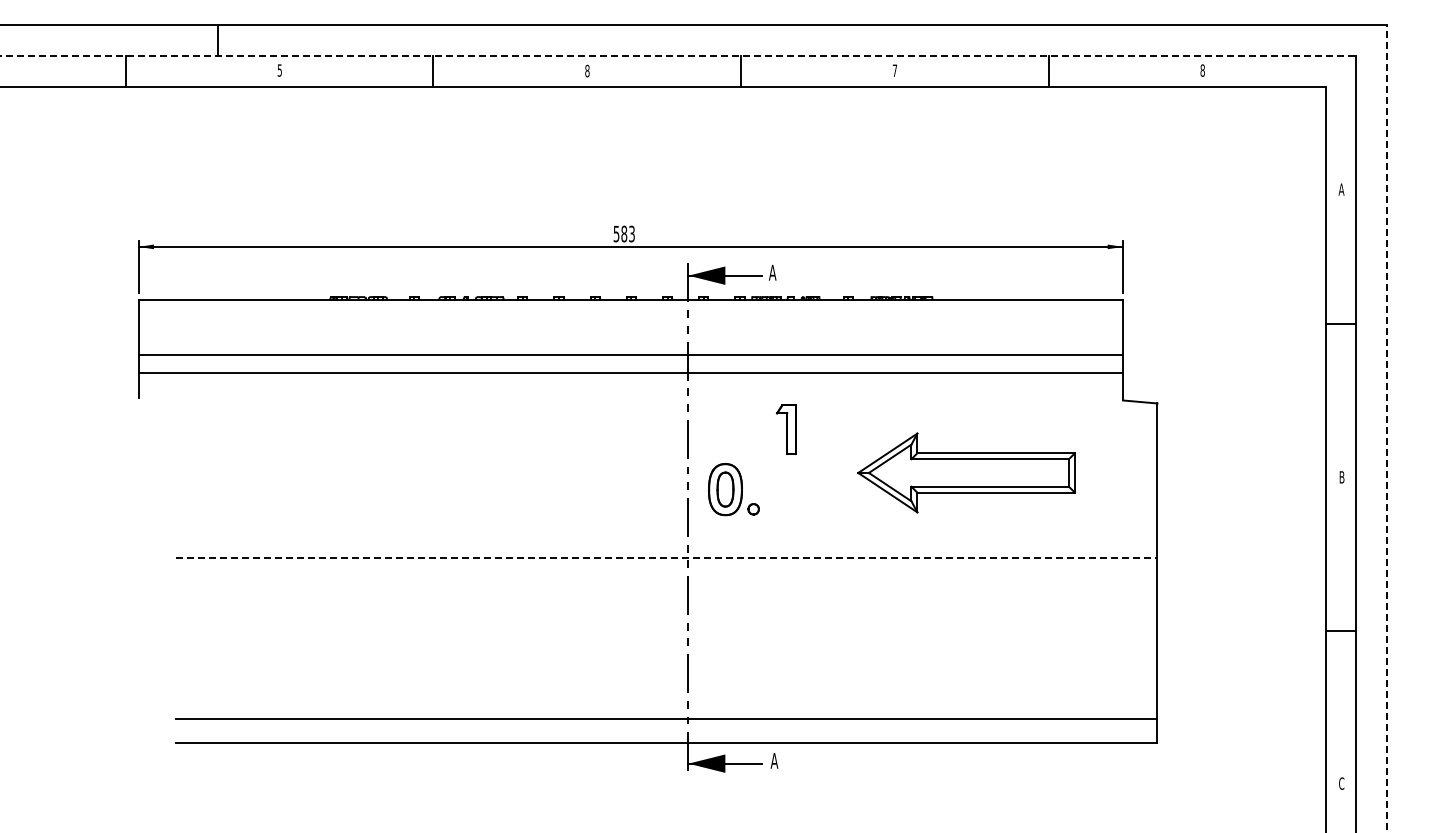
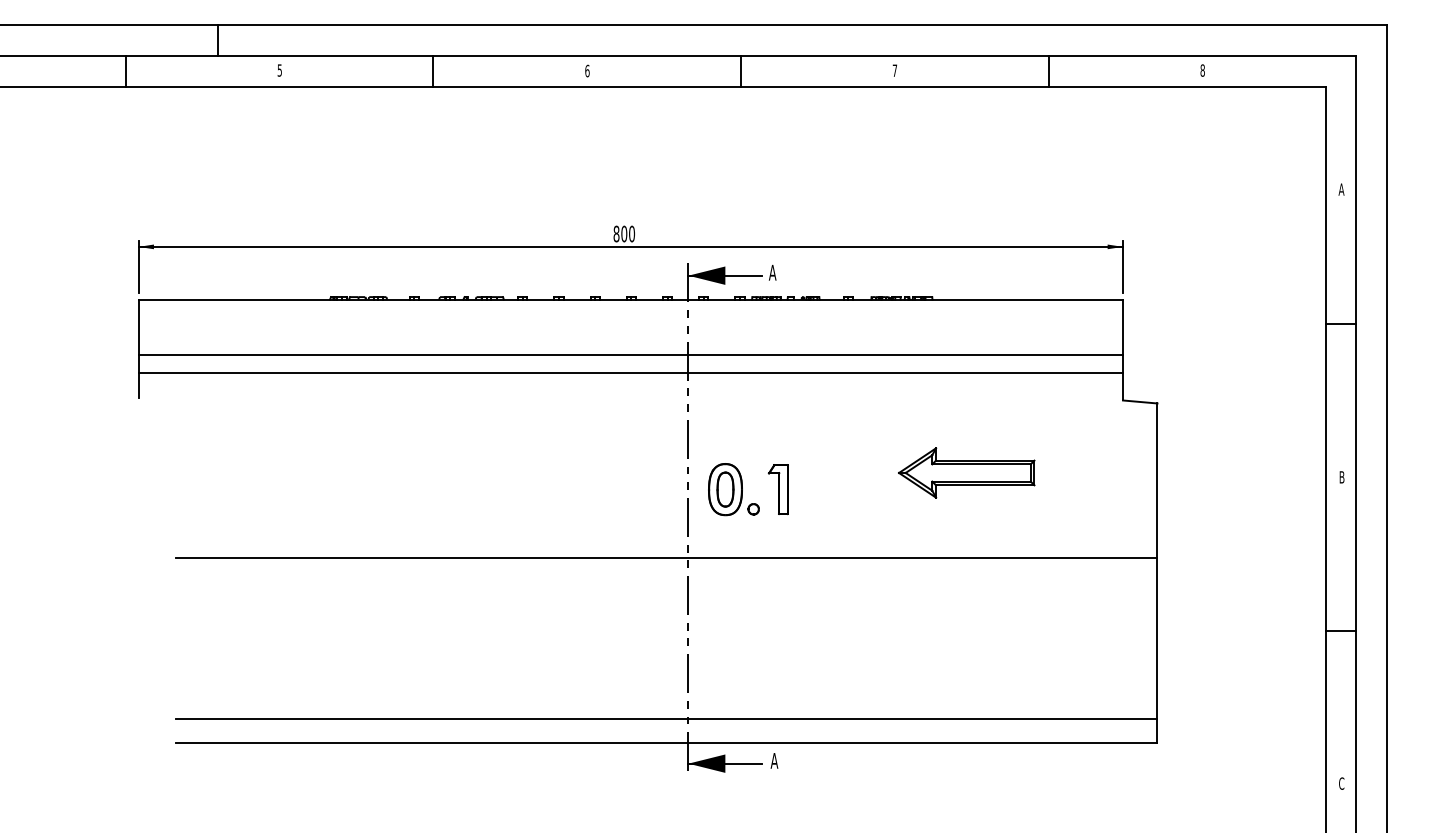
line at (678, 55): dashed -> solid
text at (587, 70): 8 -> 6
text at (624, 233): 583 -> 800
part at (785, 429) position: (785, 429) -> (777, 489)
line at (1387, 429): dashed -> solid
part at (966, 472) size: 219x82 px -> 138x52 px
line at (666, 557): dashed -> solid
